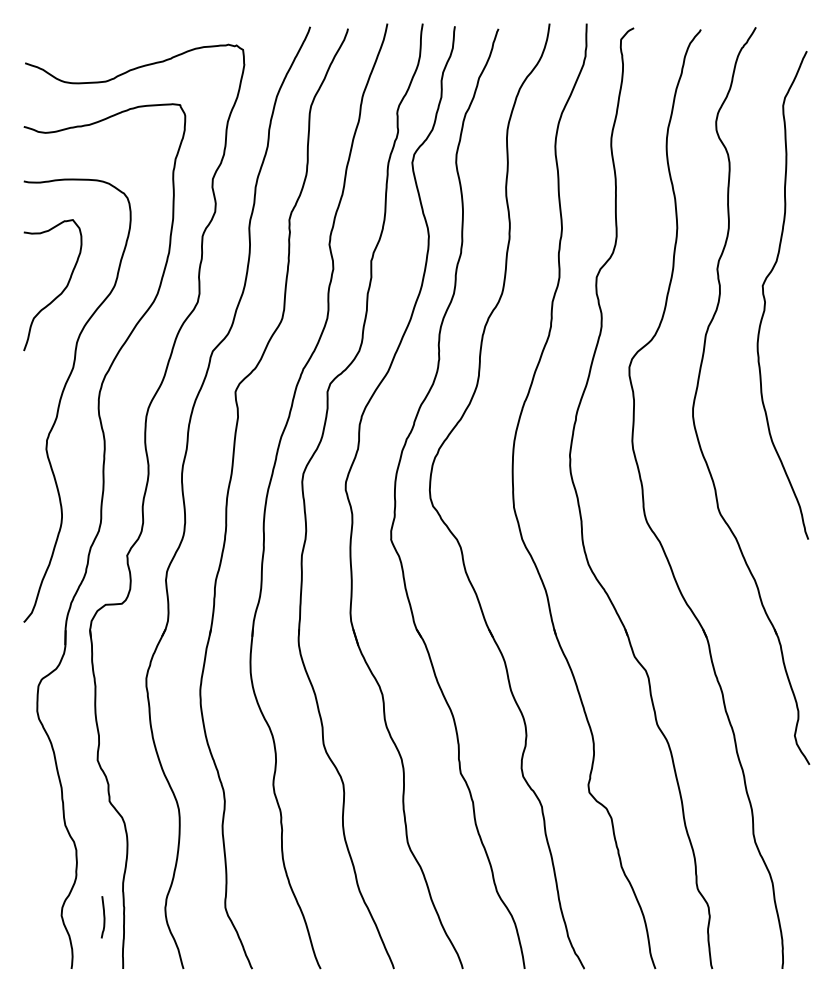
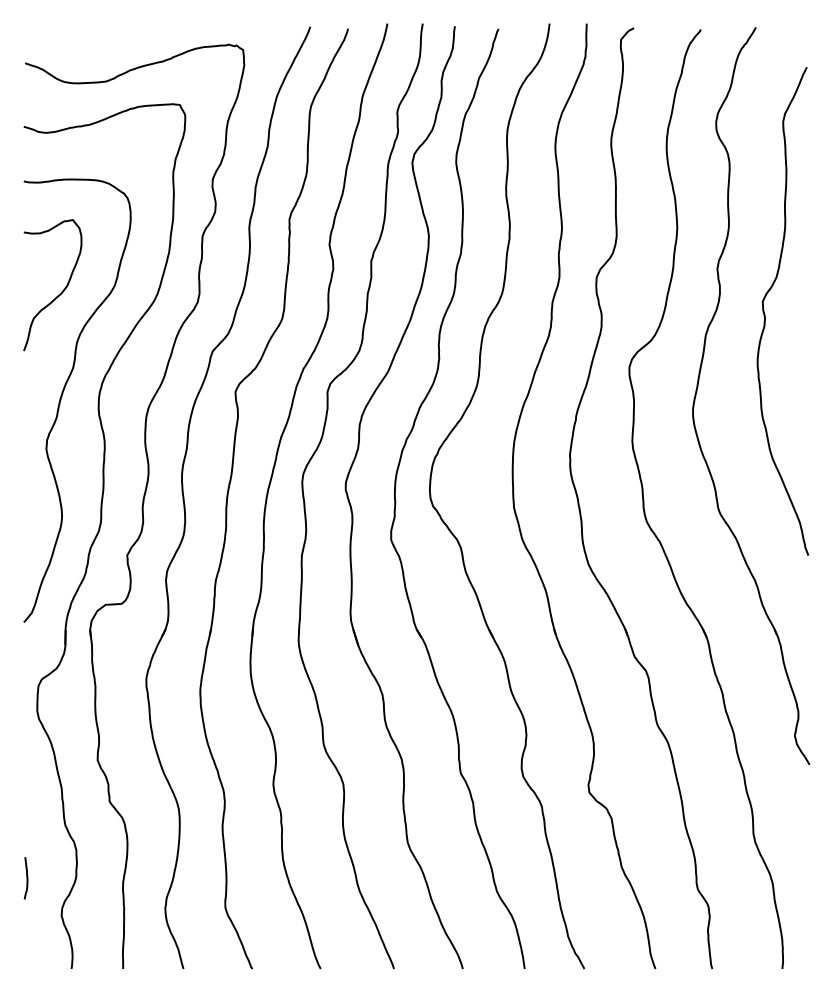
curve at (765, 297) position: (765, 297) -> (765, 313)
curve at (103, 917) position: (103, 917) -> (26, 878)
